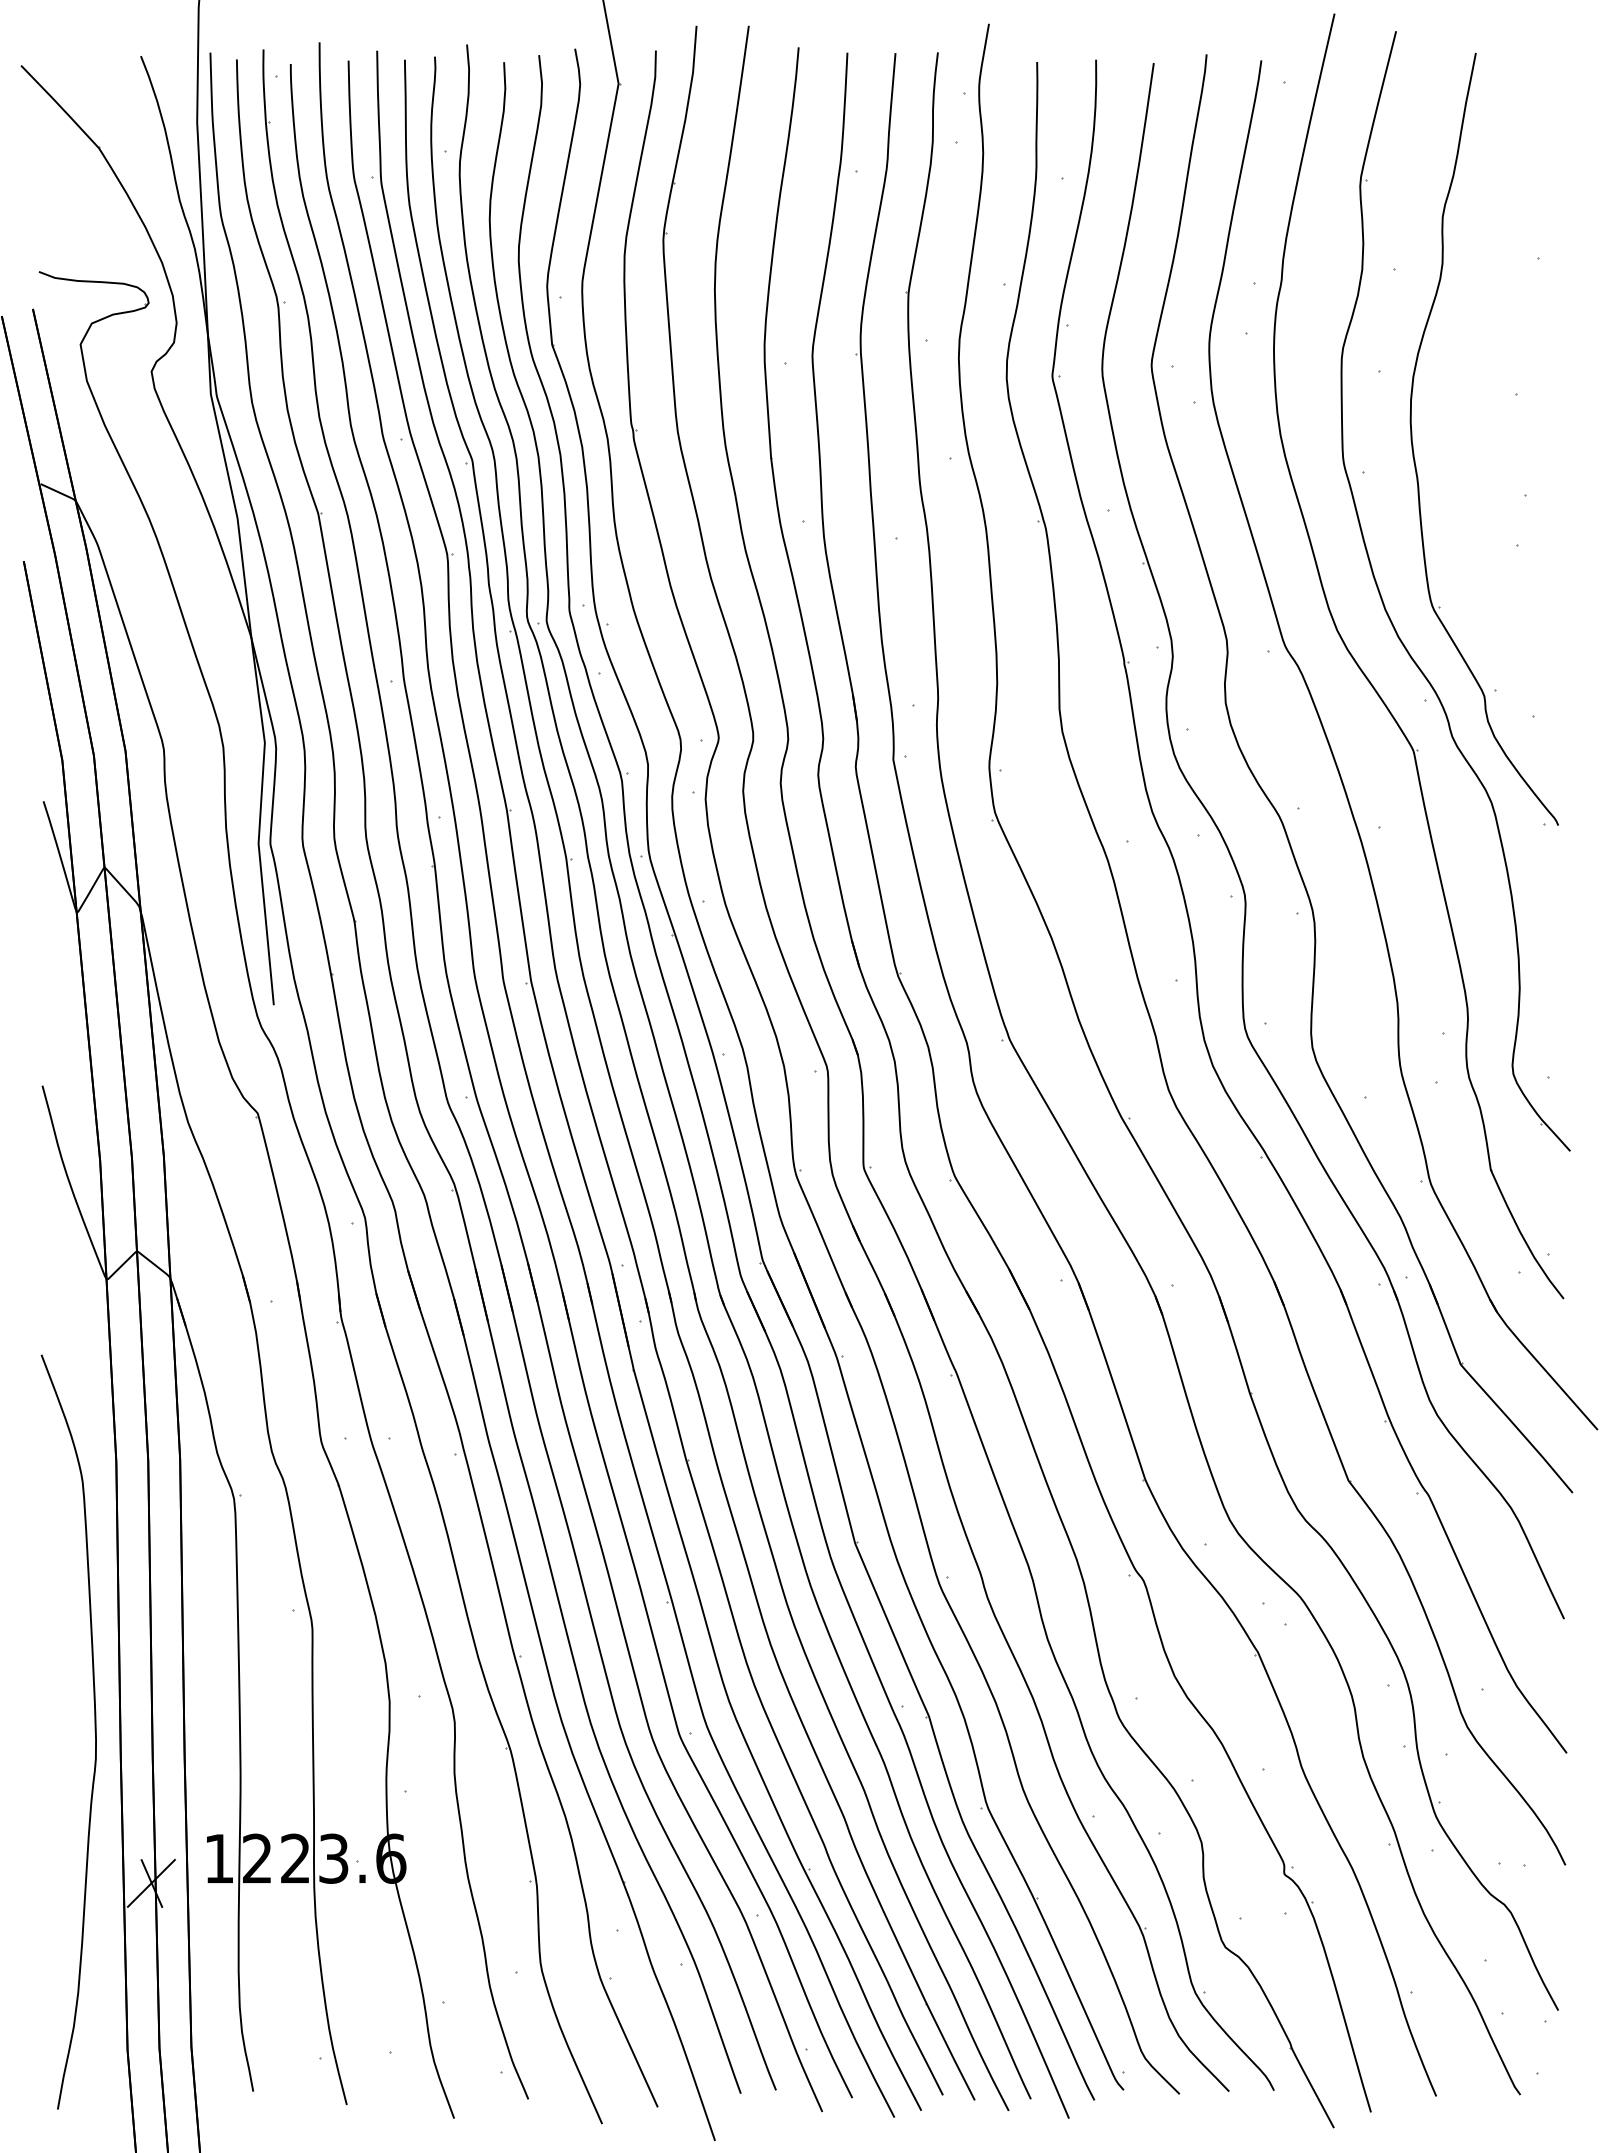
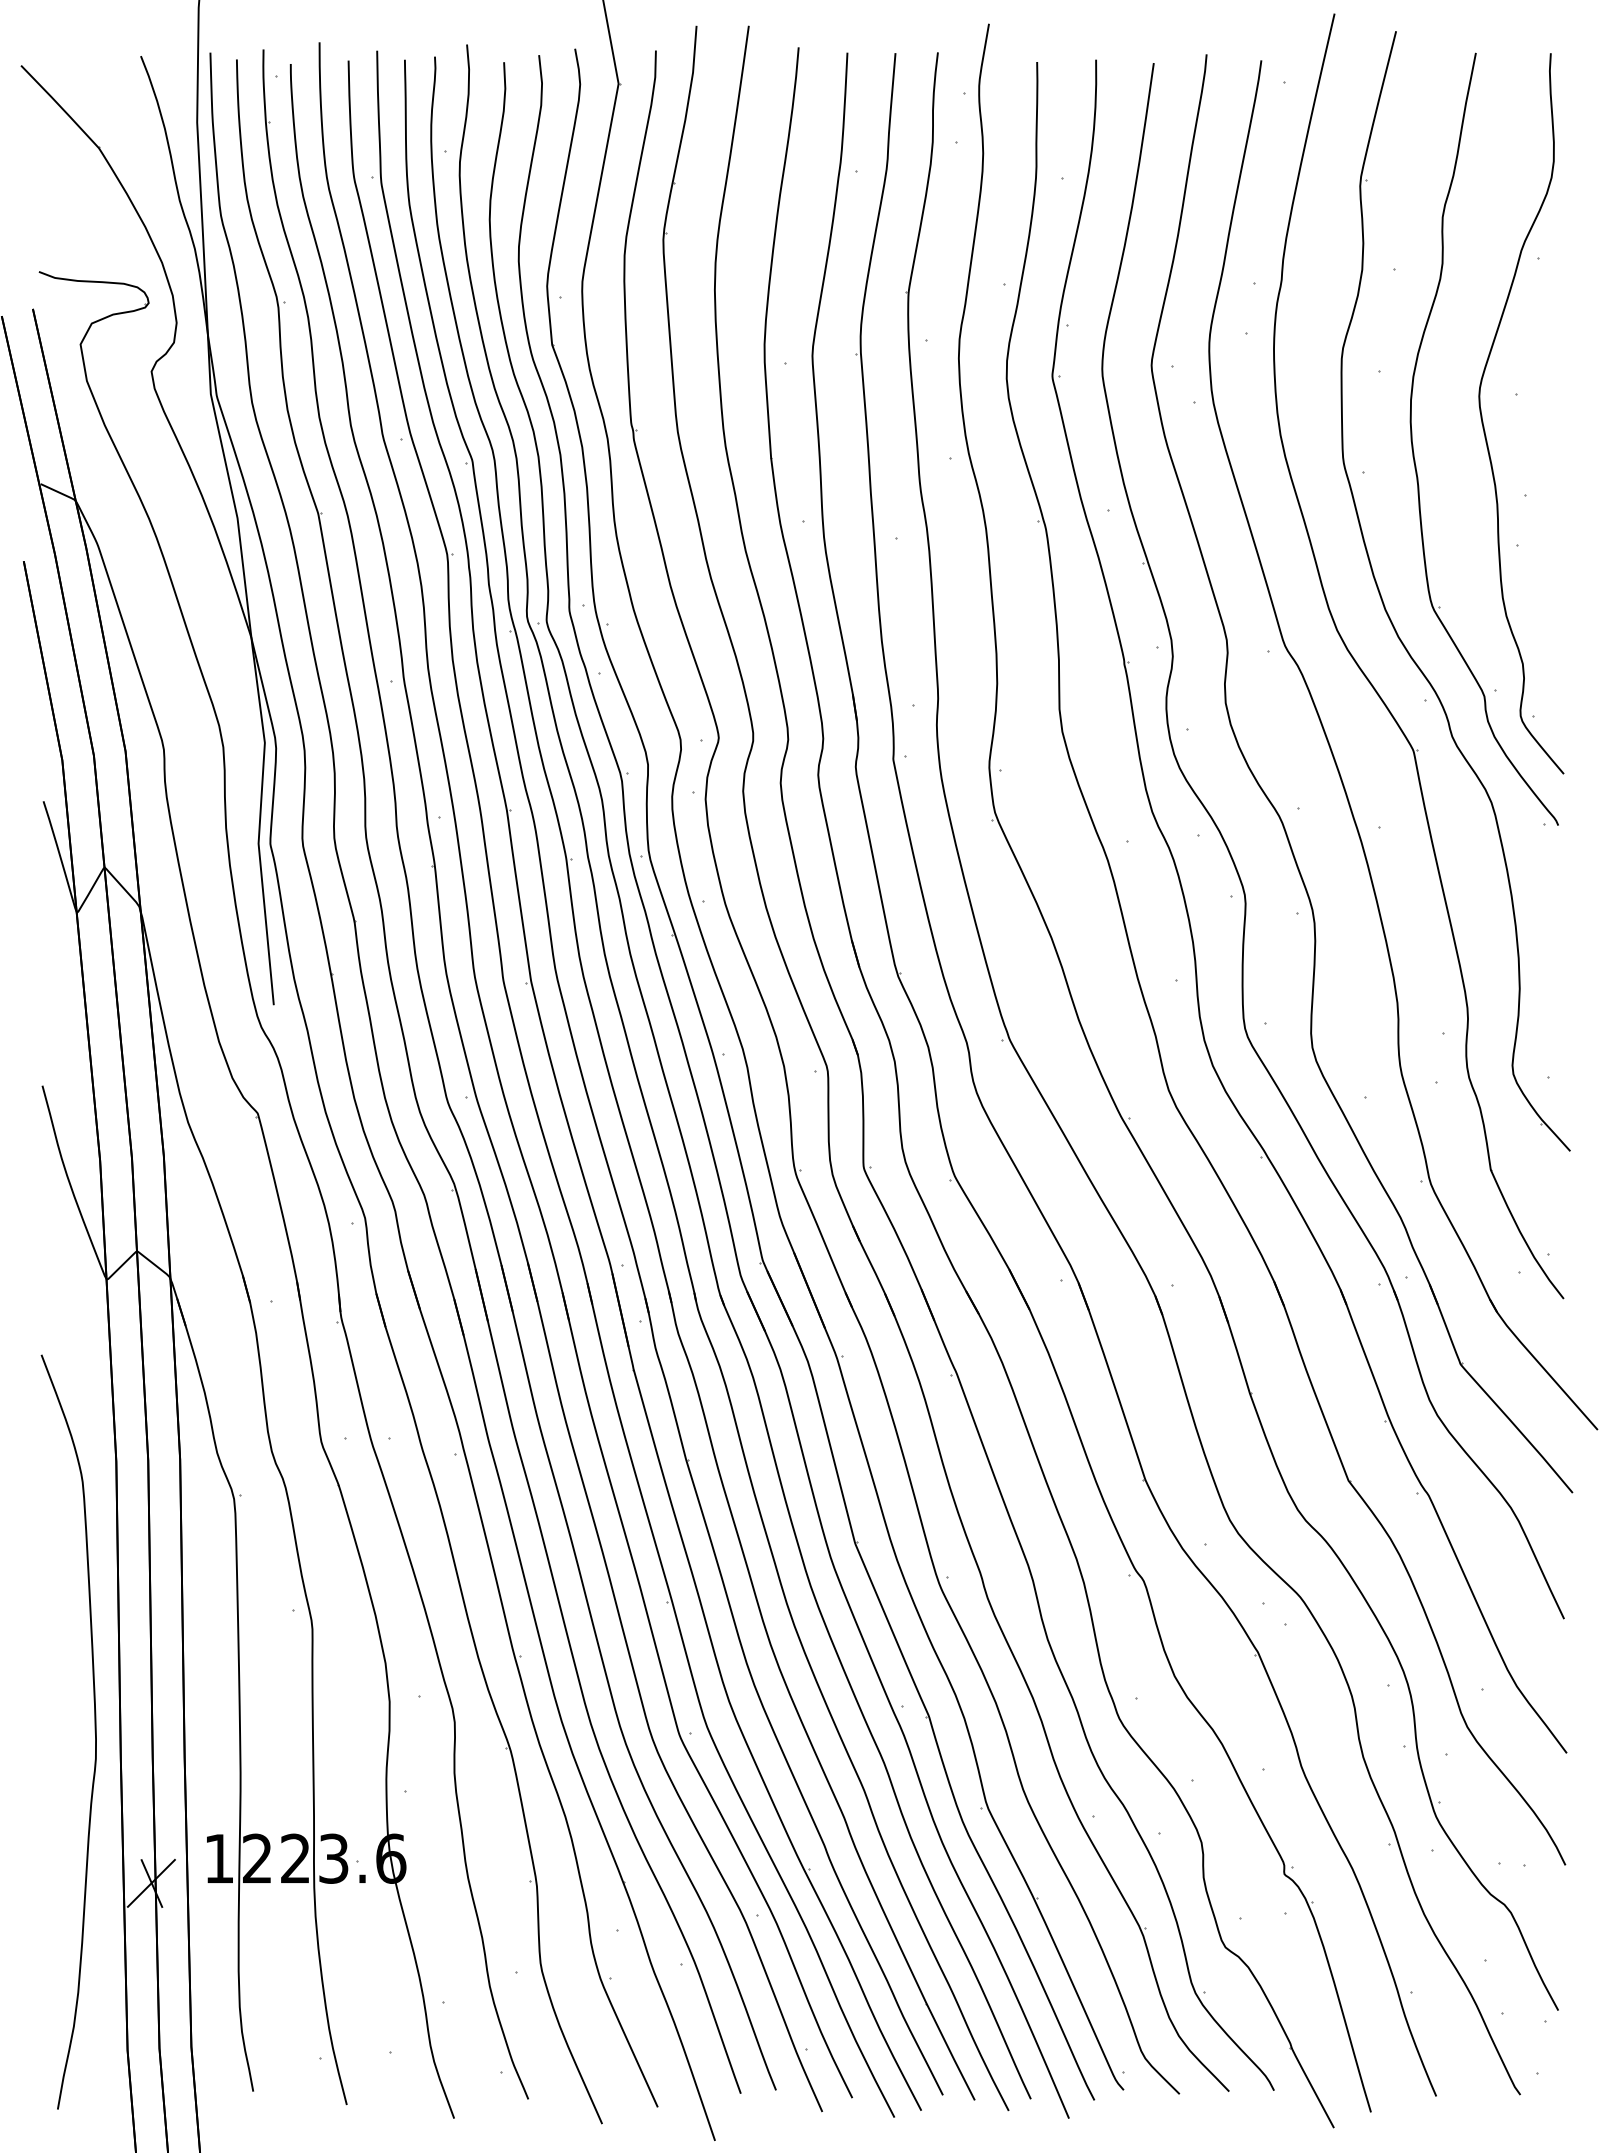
curve at (1483, 421): none -> present
